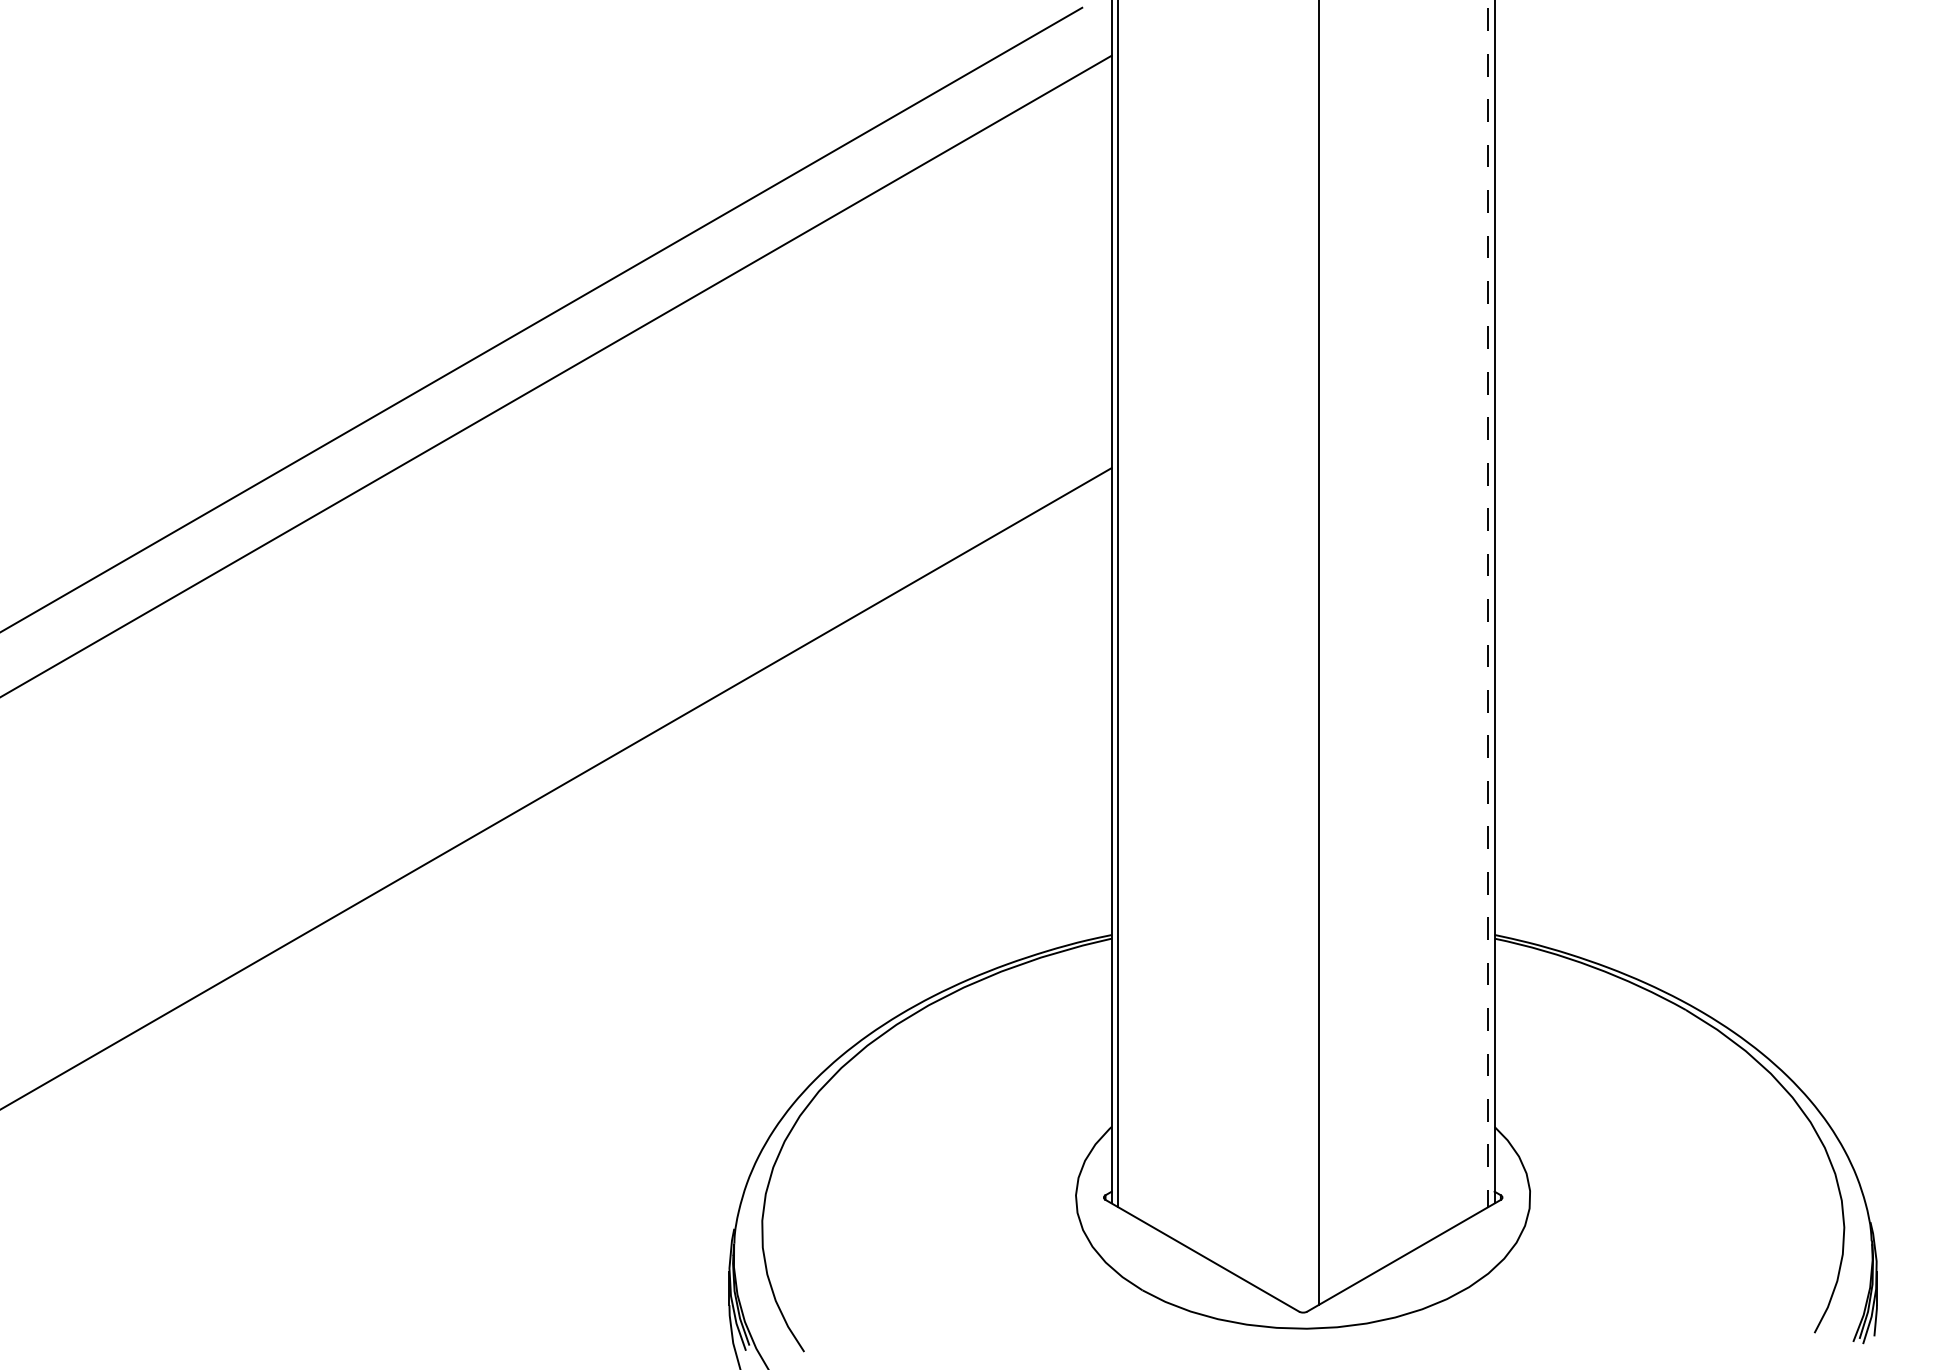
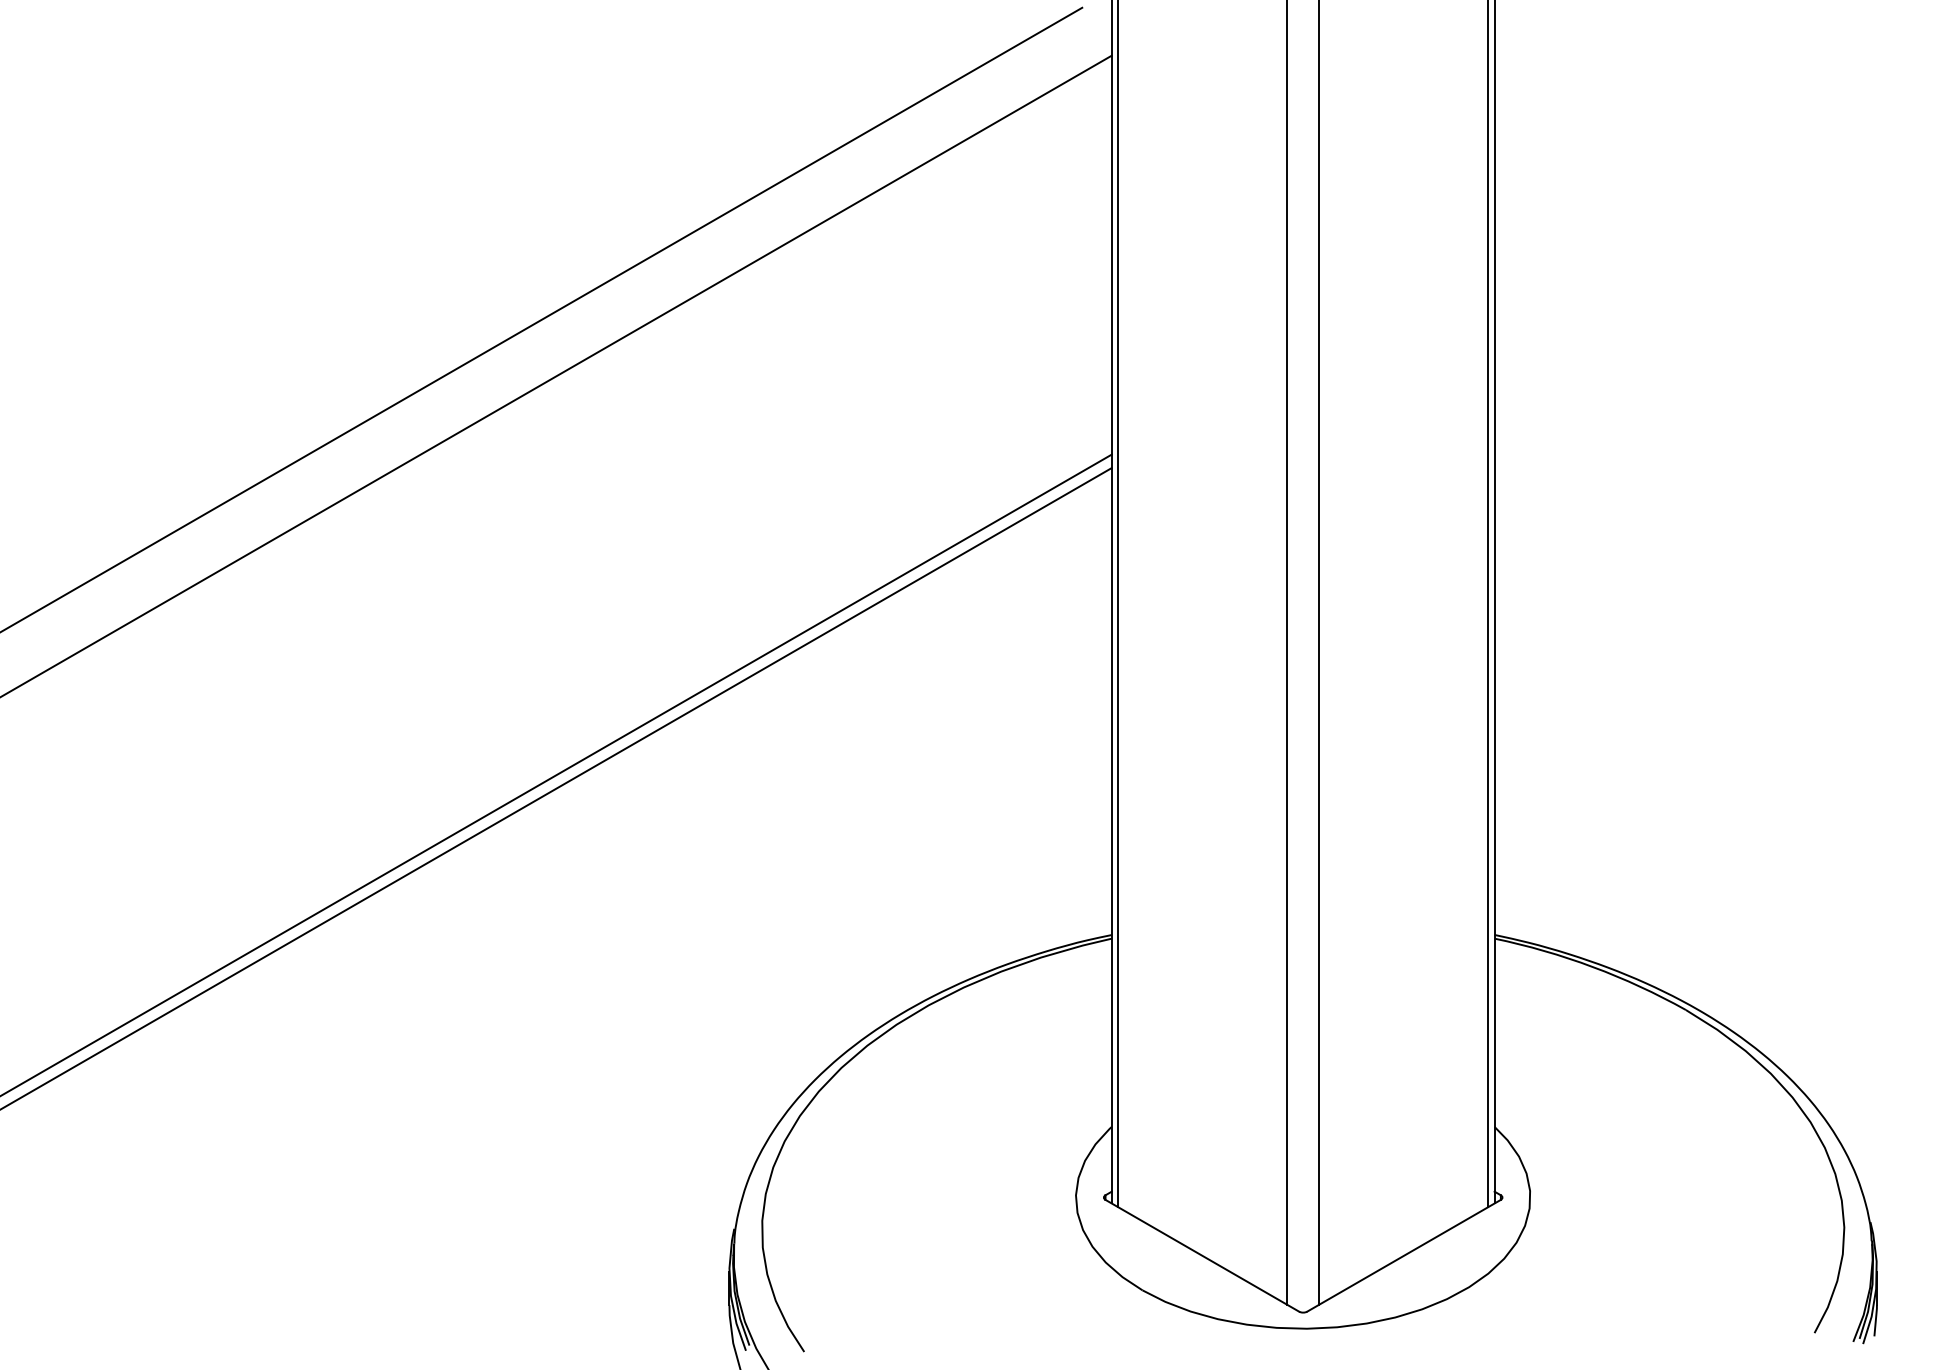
line at (1487, 604): dashed -> solid
line at (1287, 653): none -> present
line at (556, 774): none -> present
